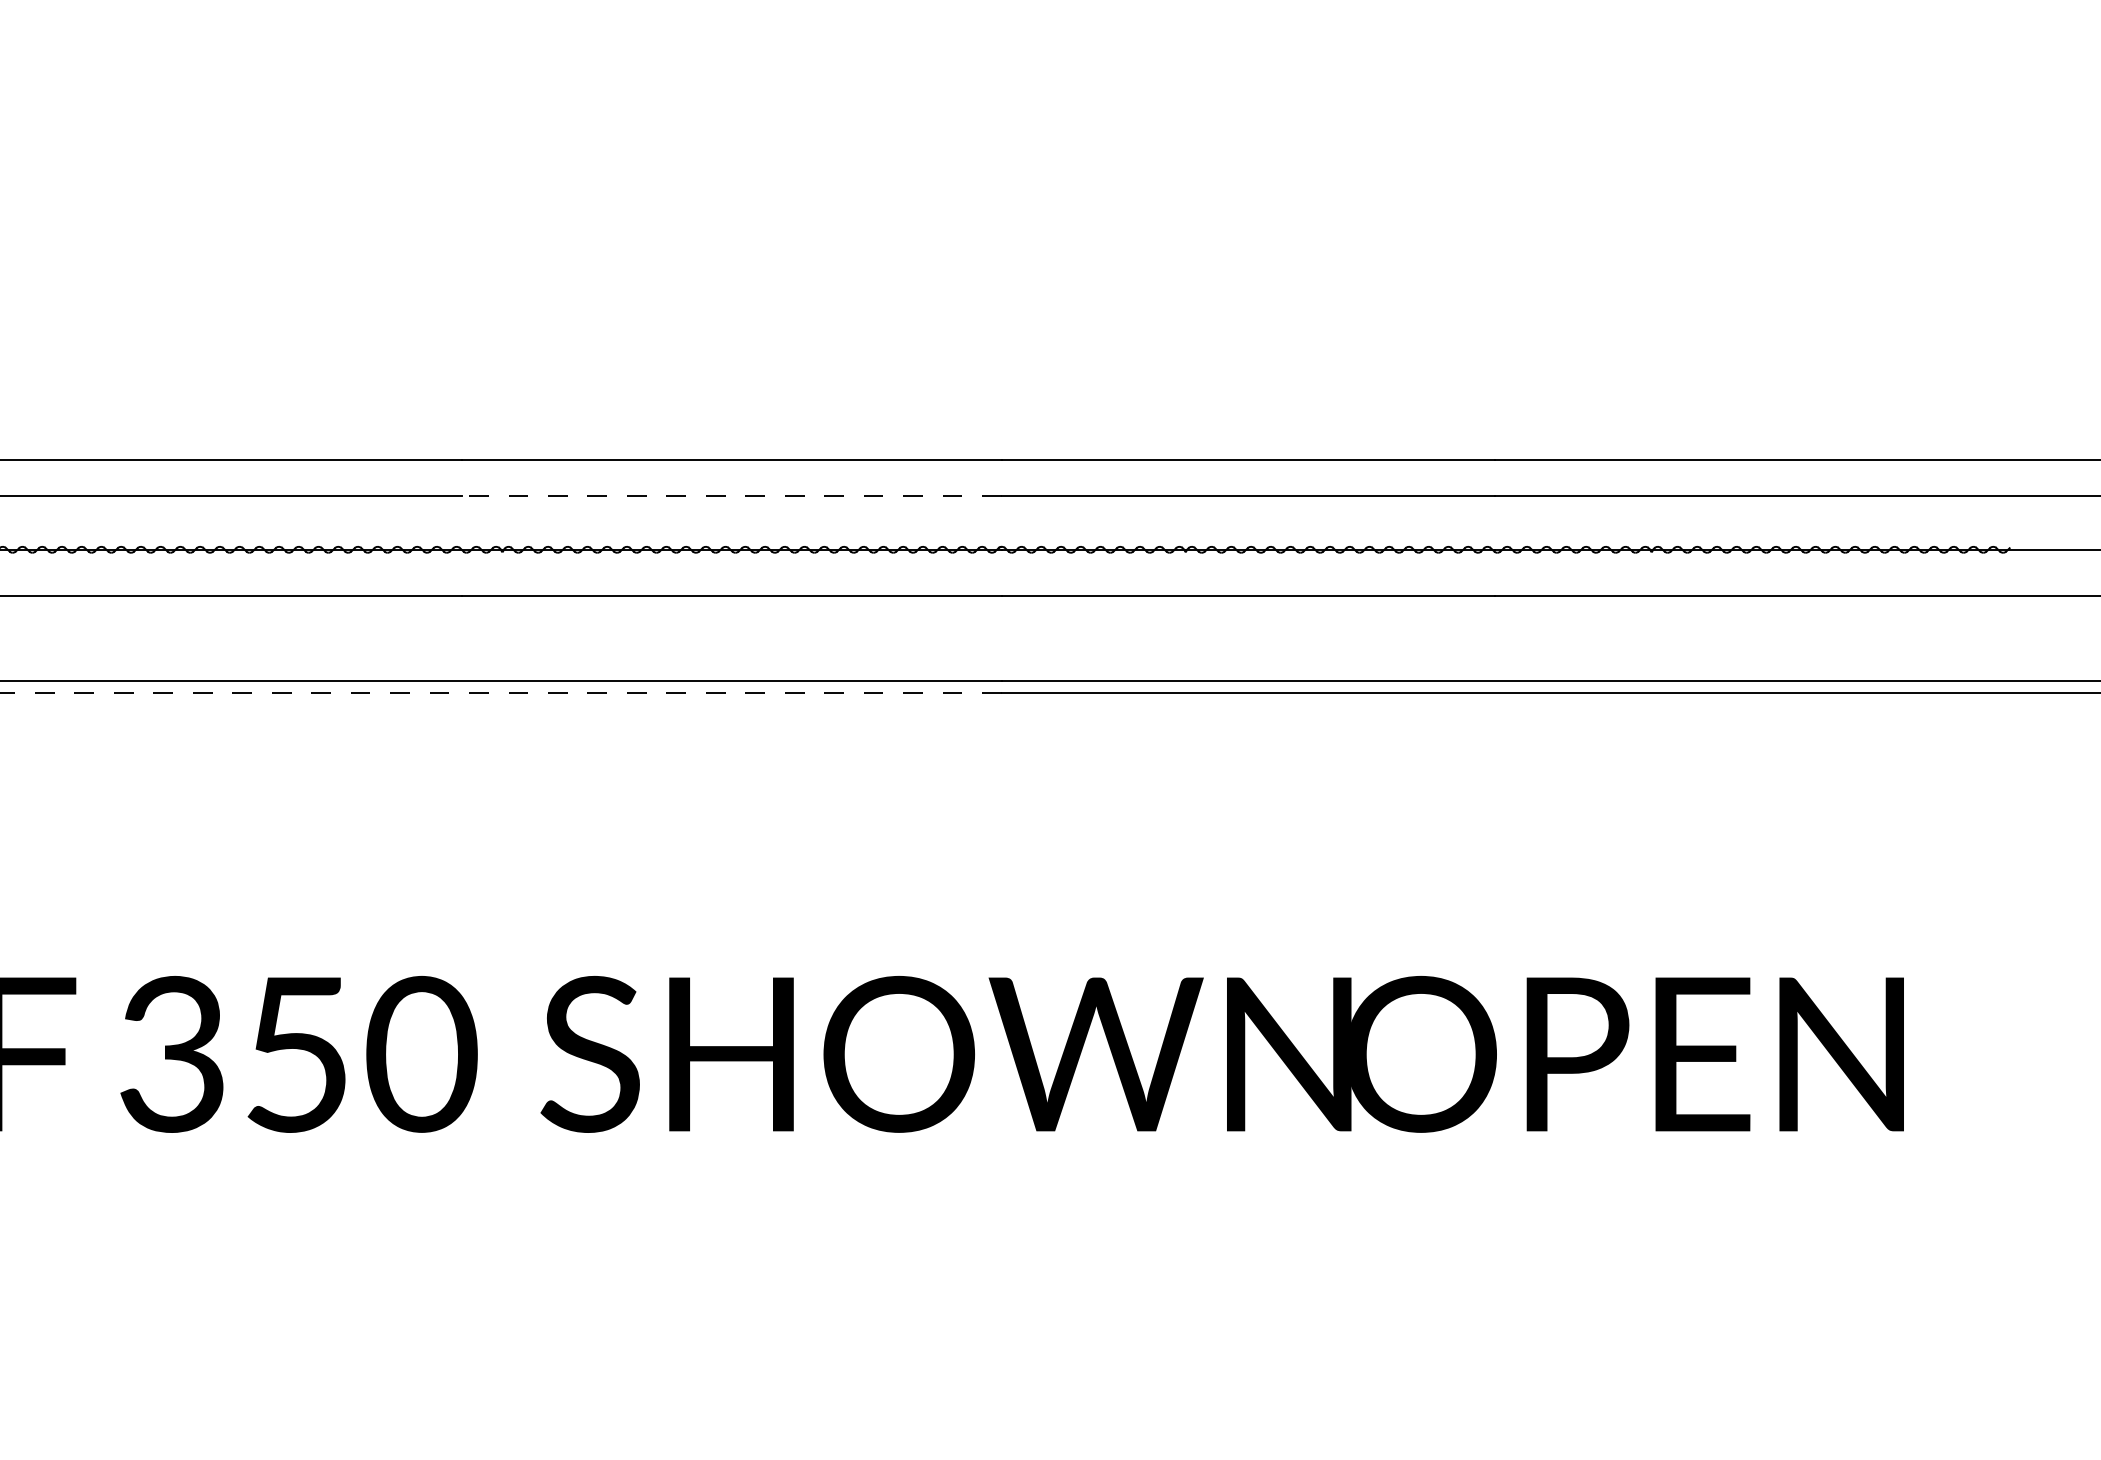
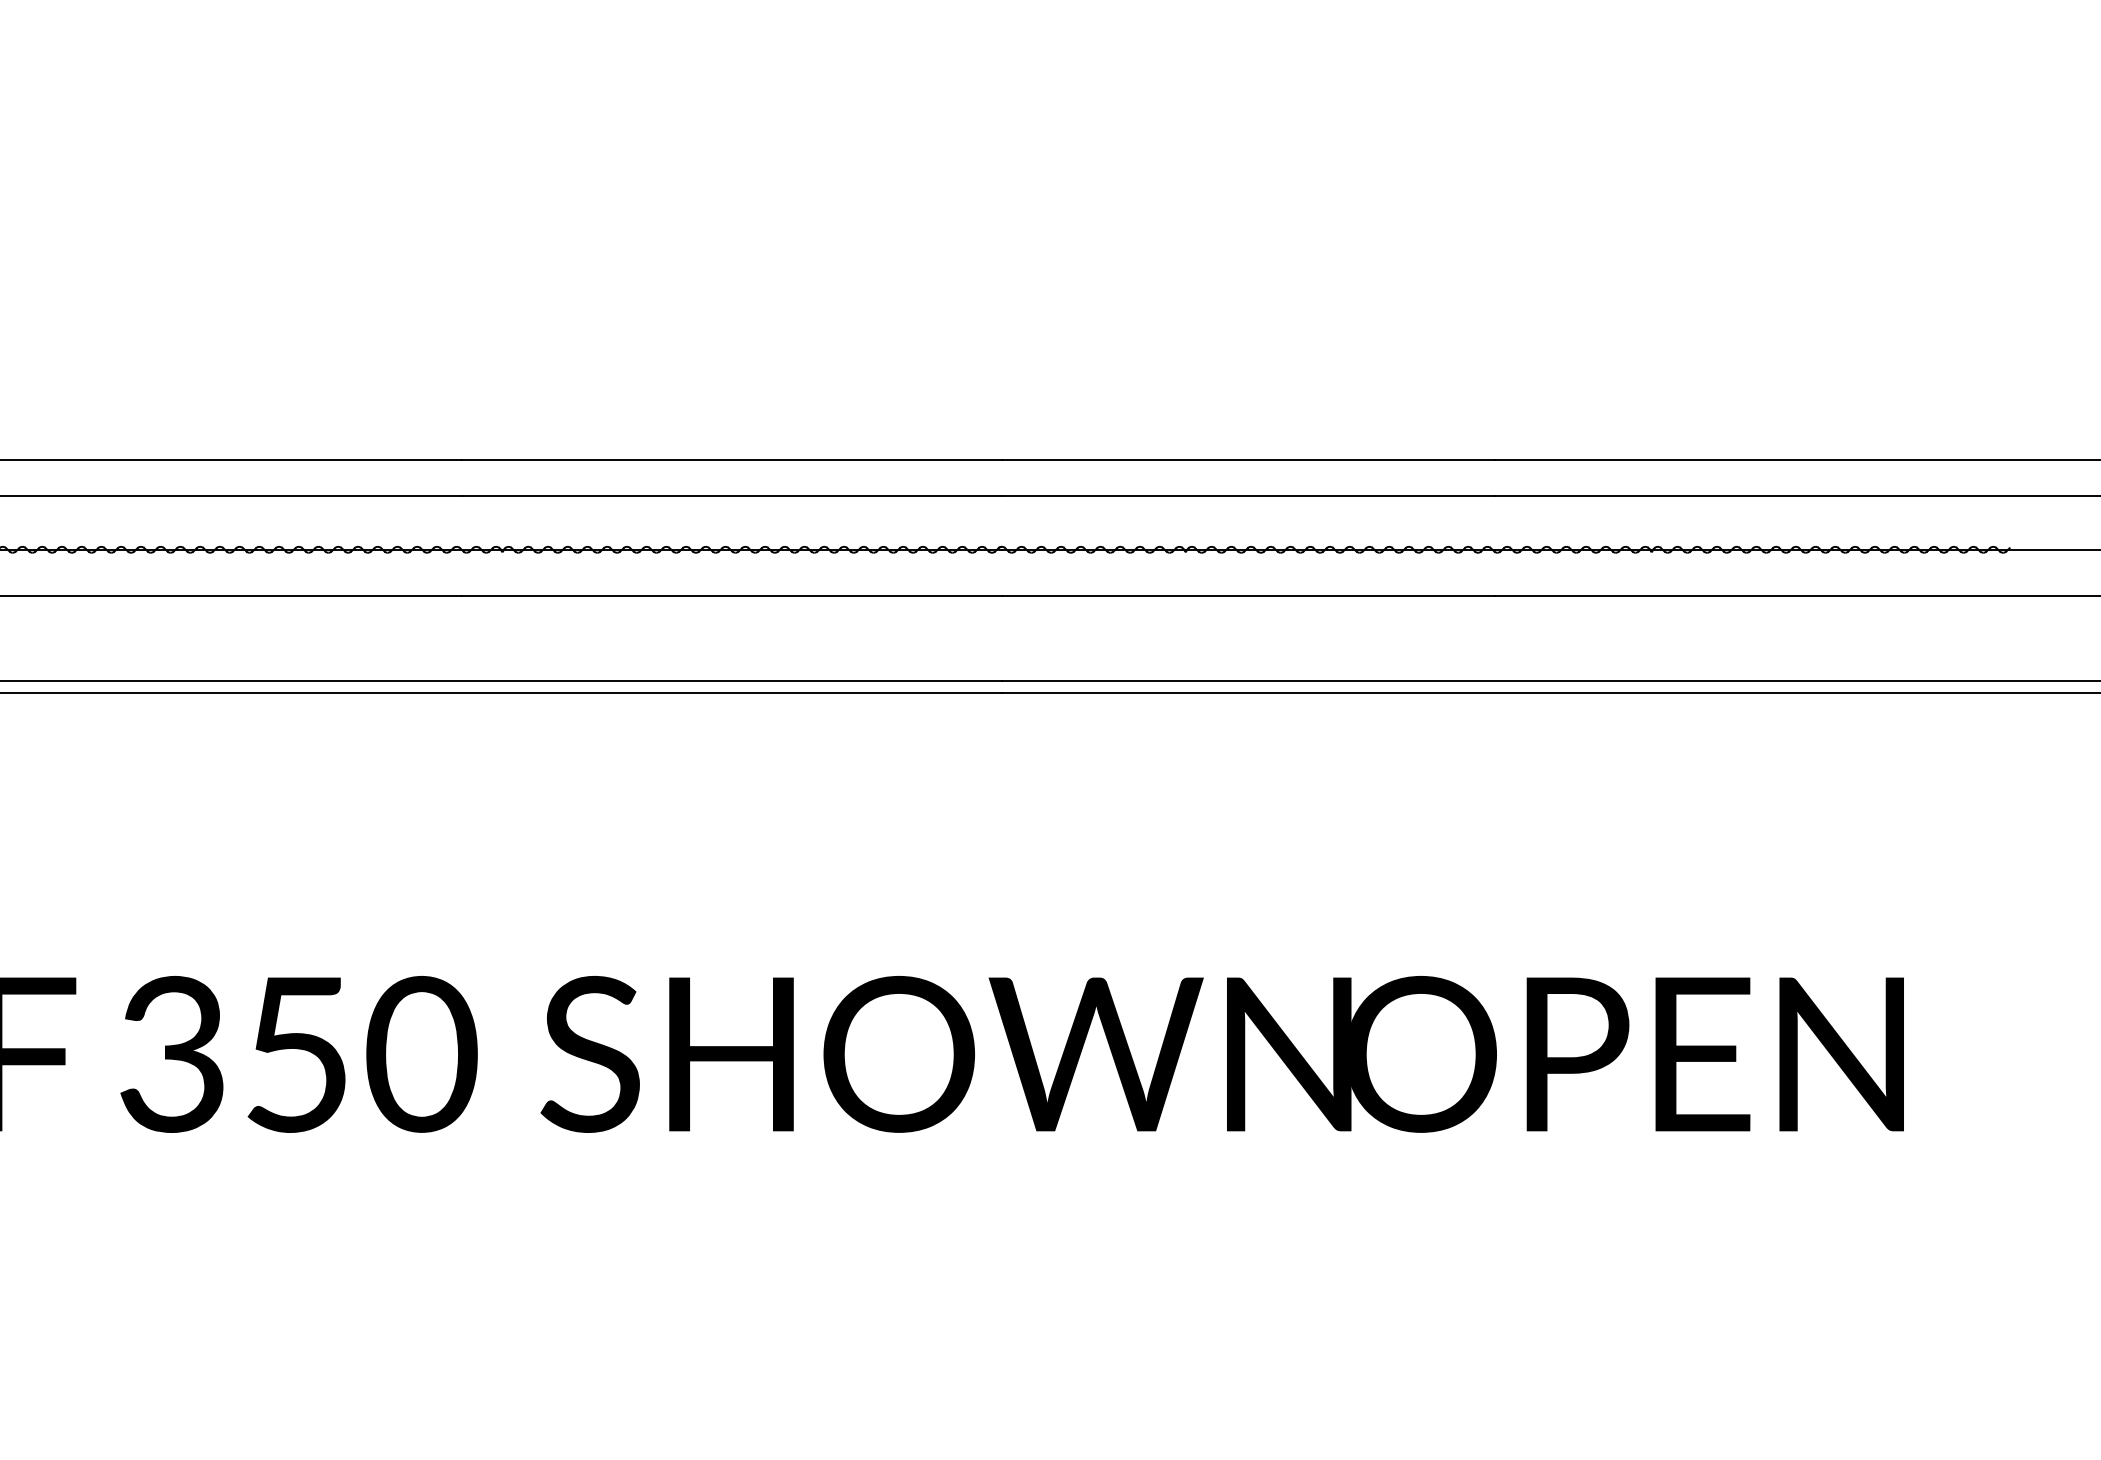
line at (731, 495): dashed -> solid
line at (501, 693): dashed -> solid
